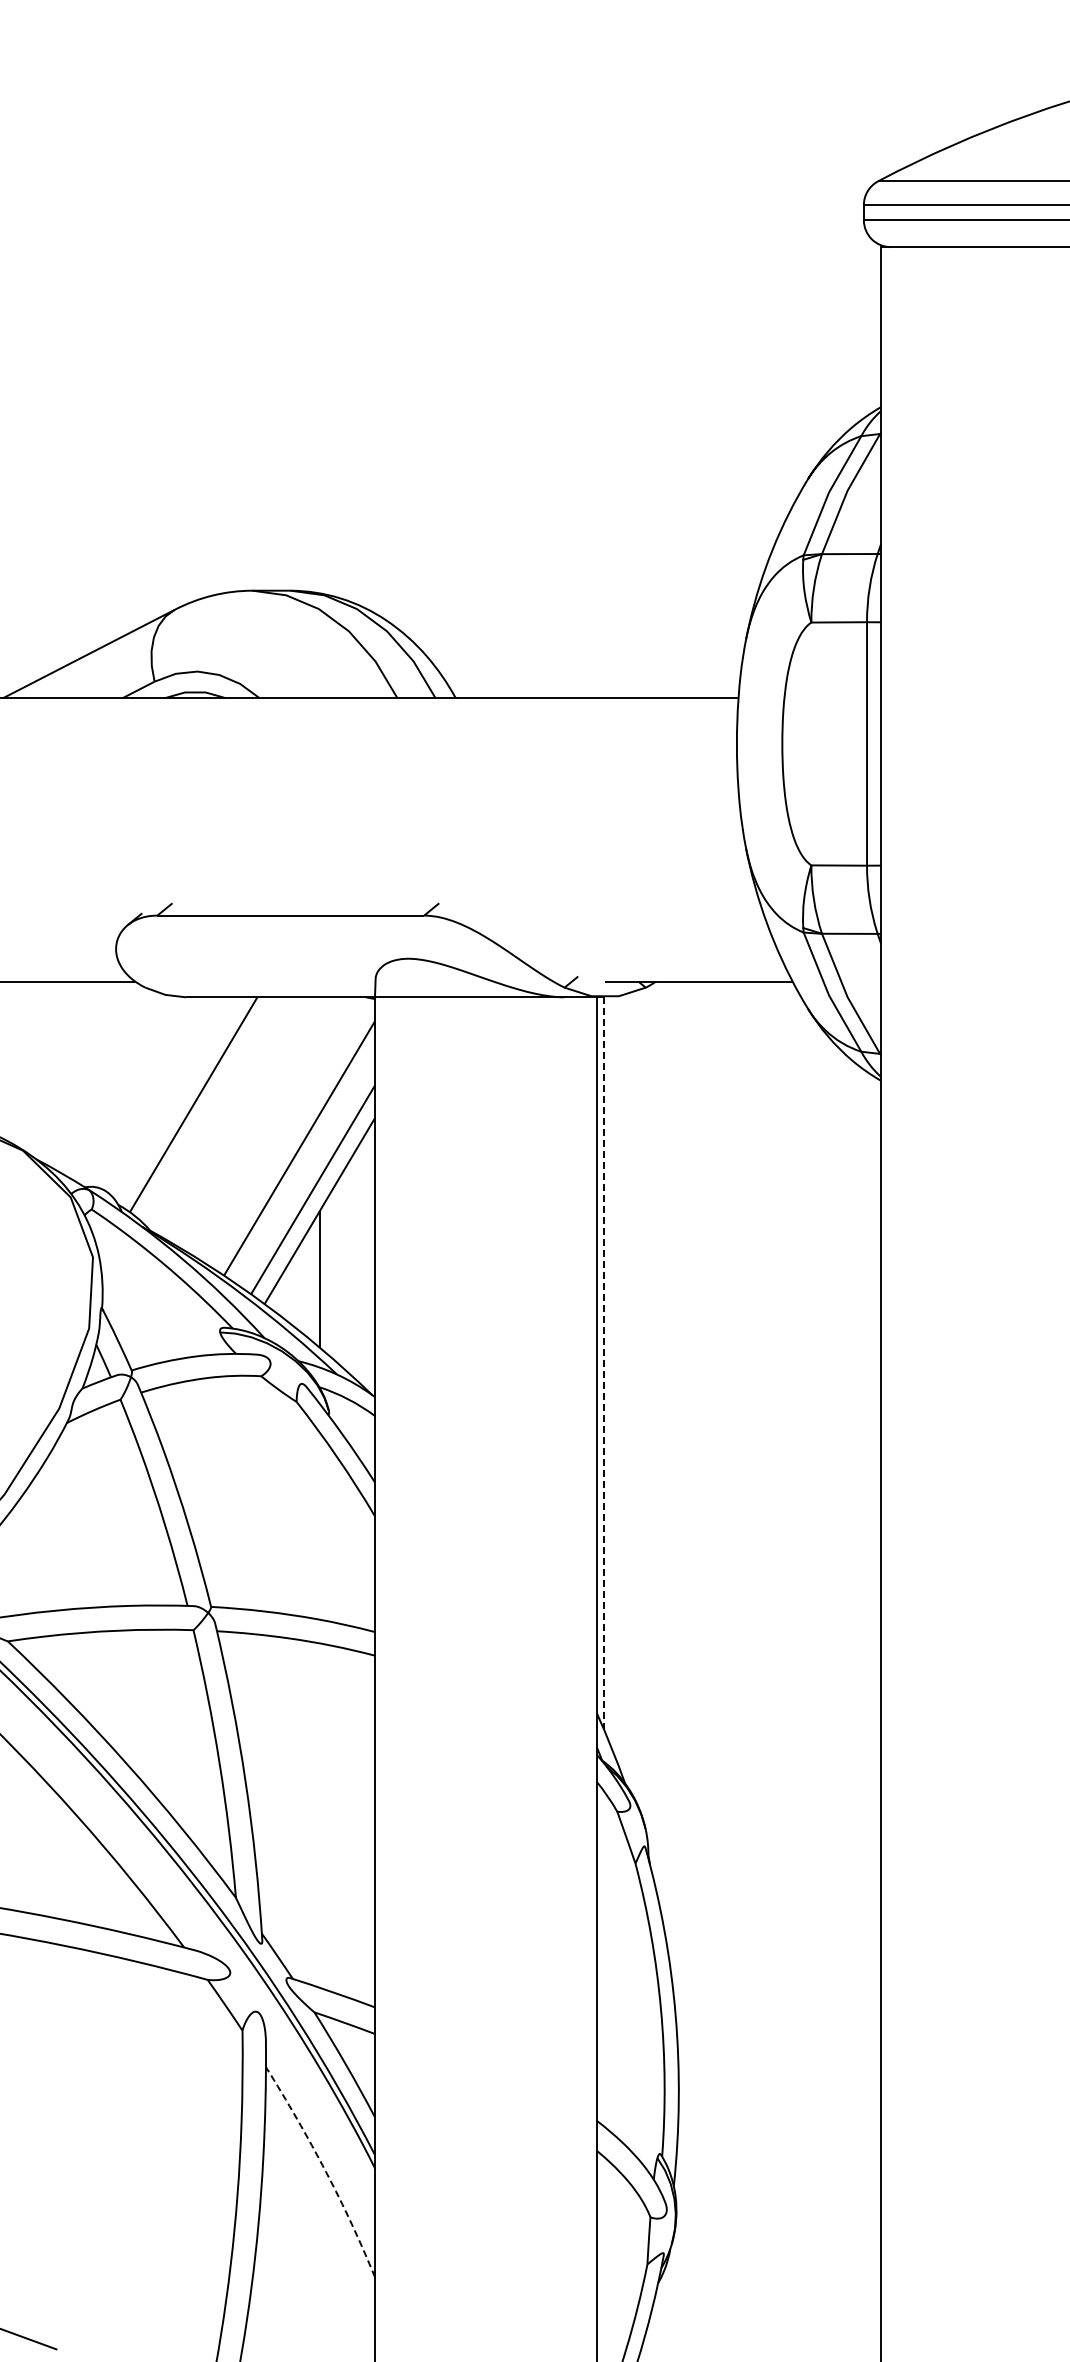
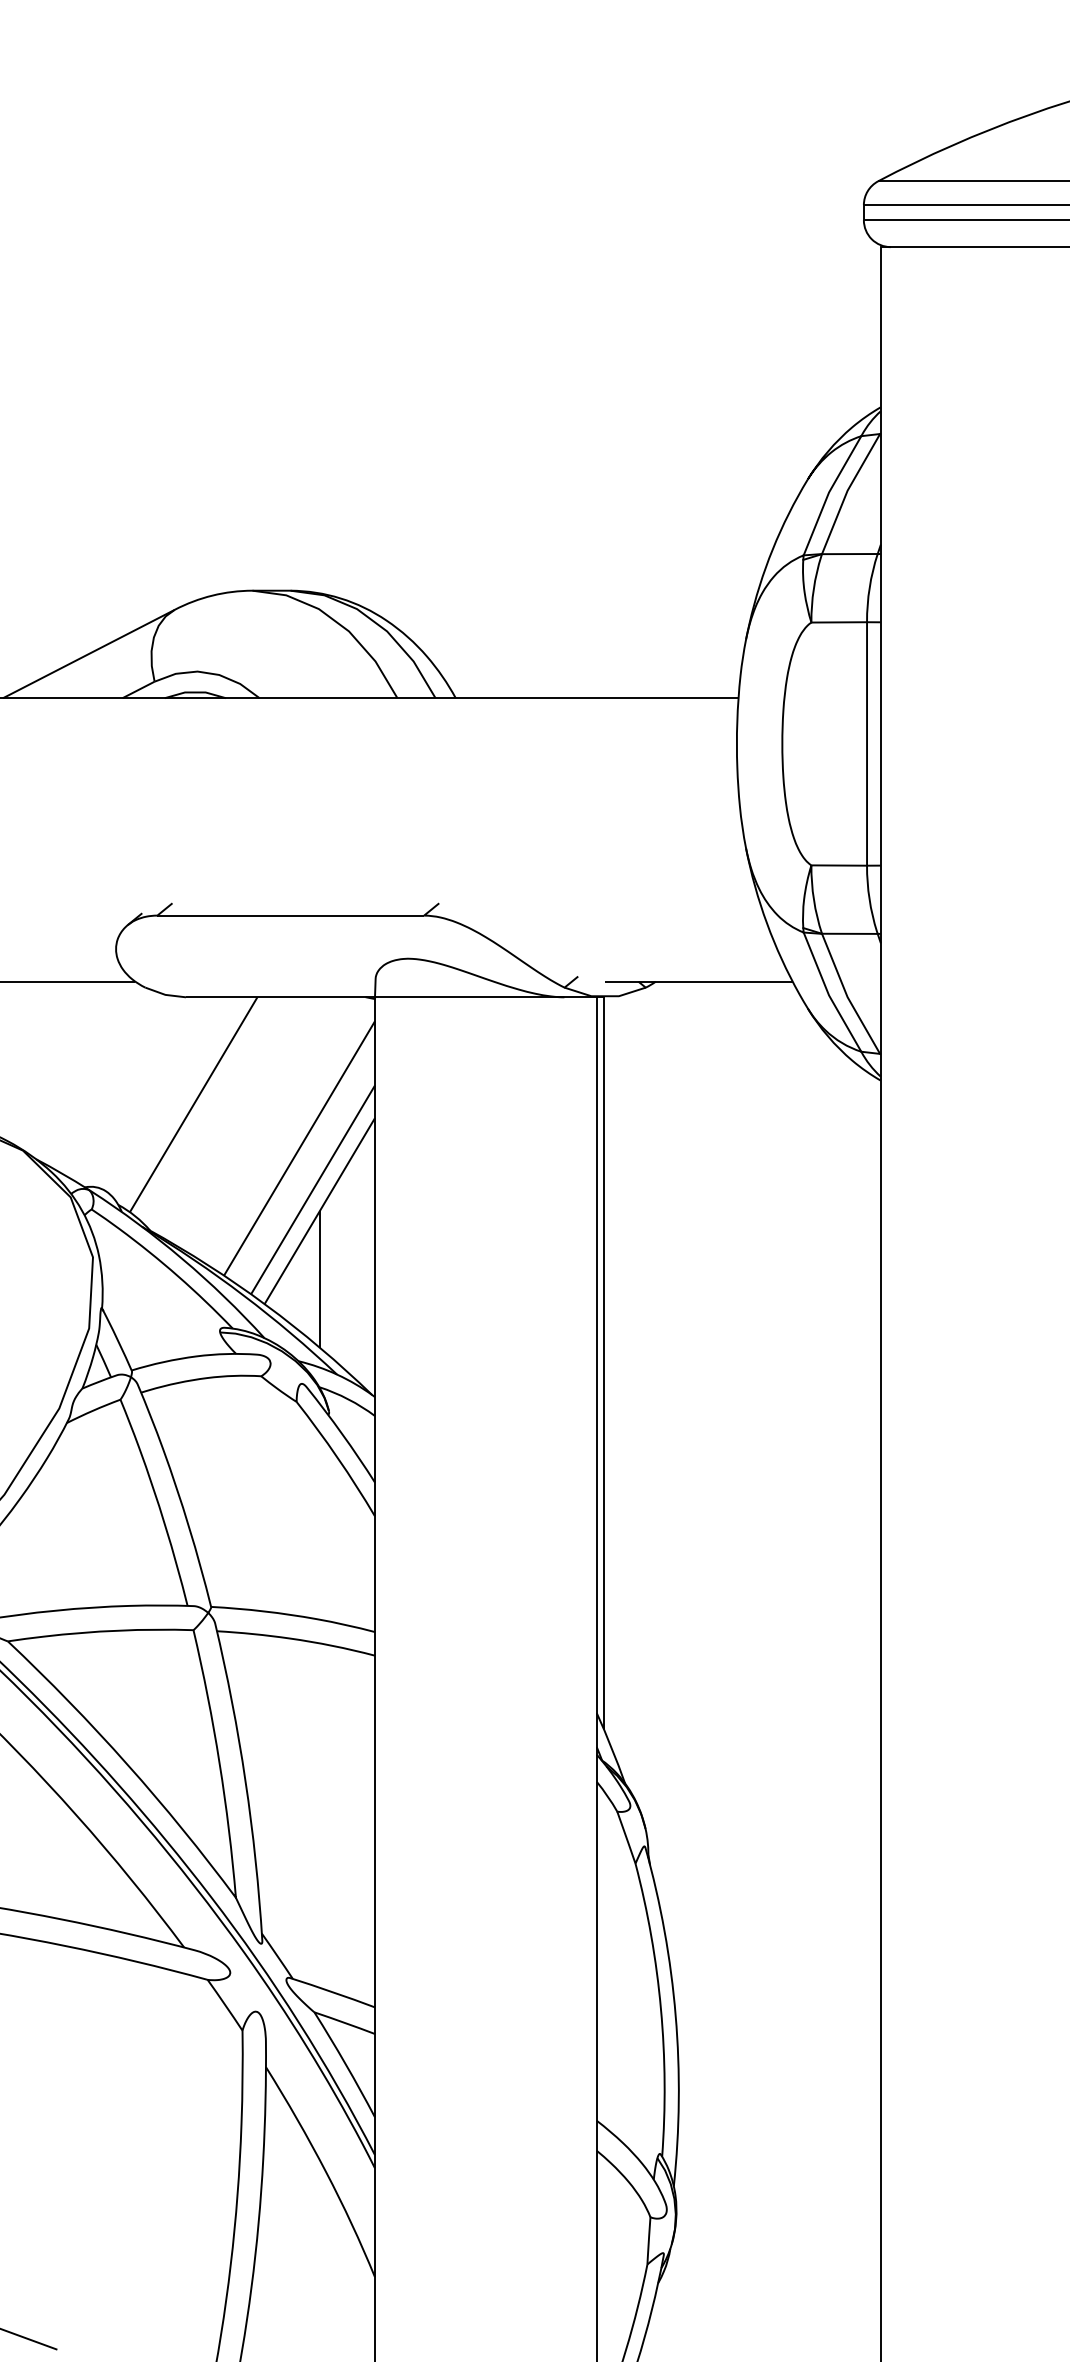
line at (603, 1363): dashed -> solid
line at (324, 2168): dashed -> solid
